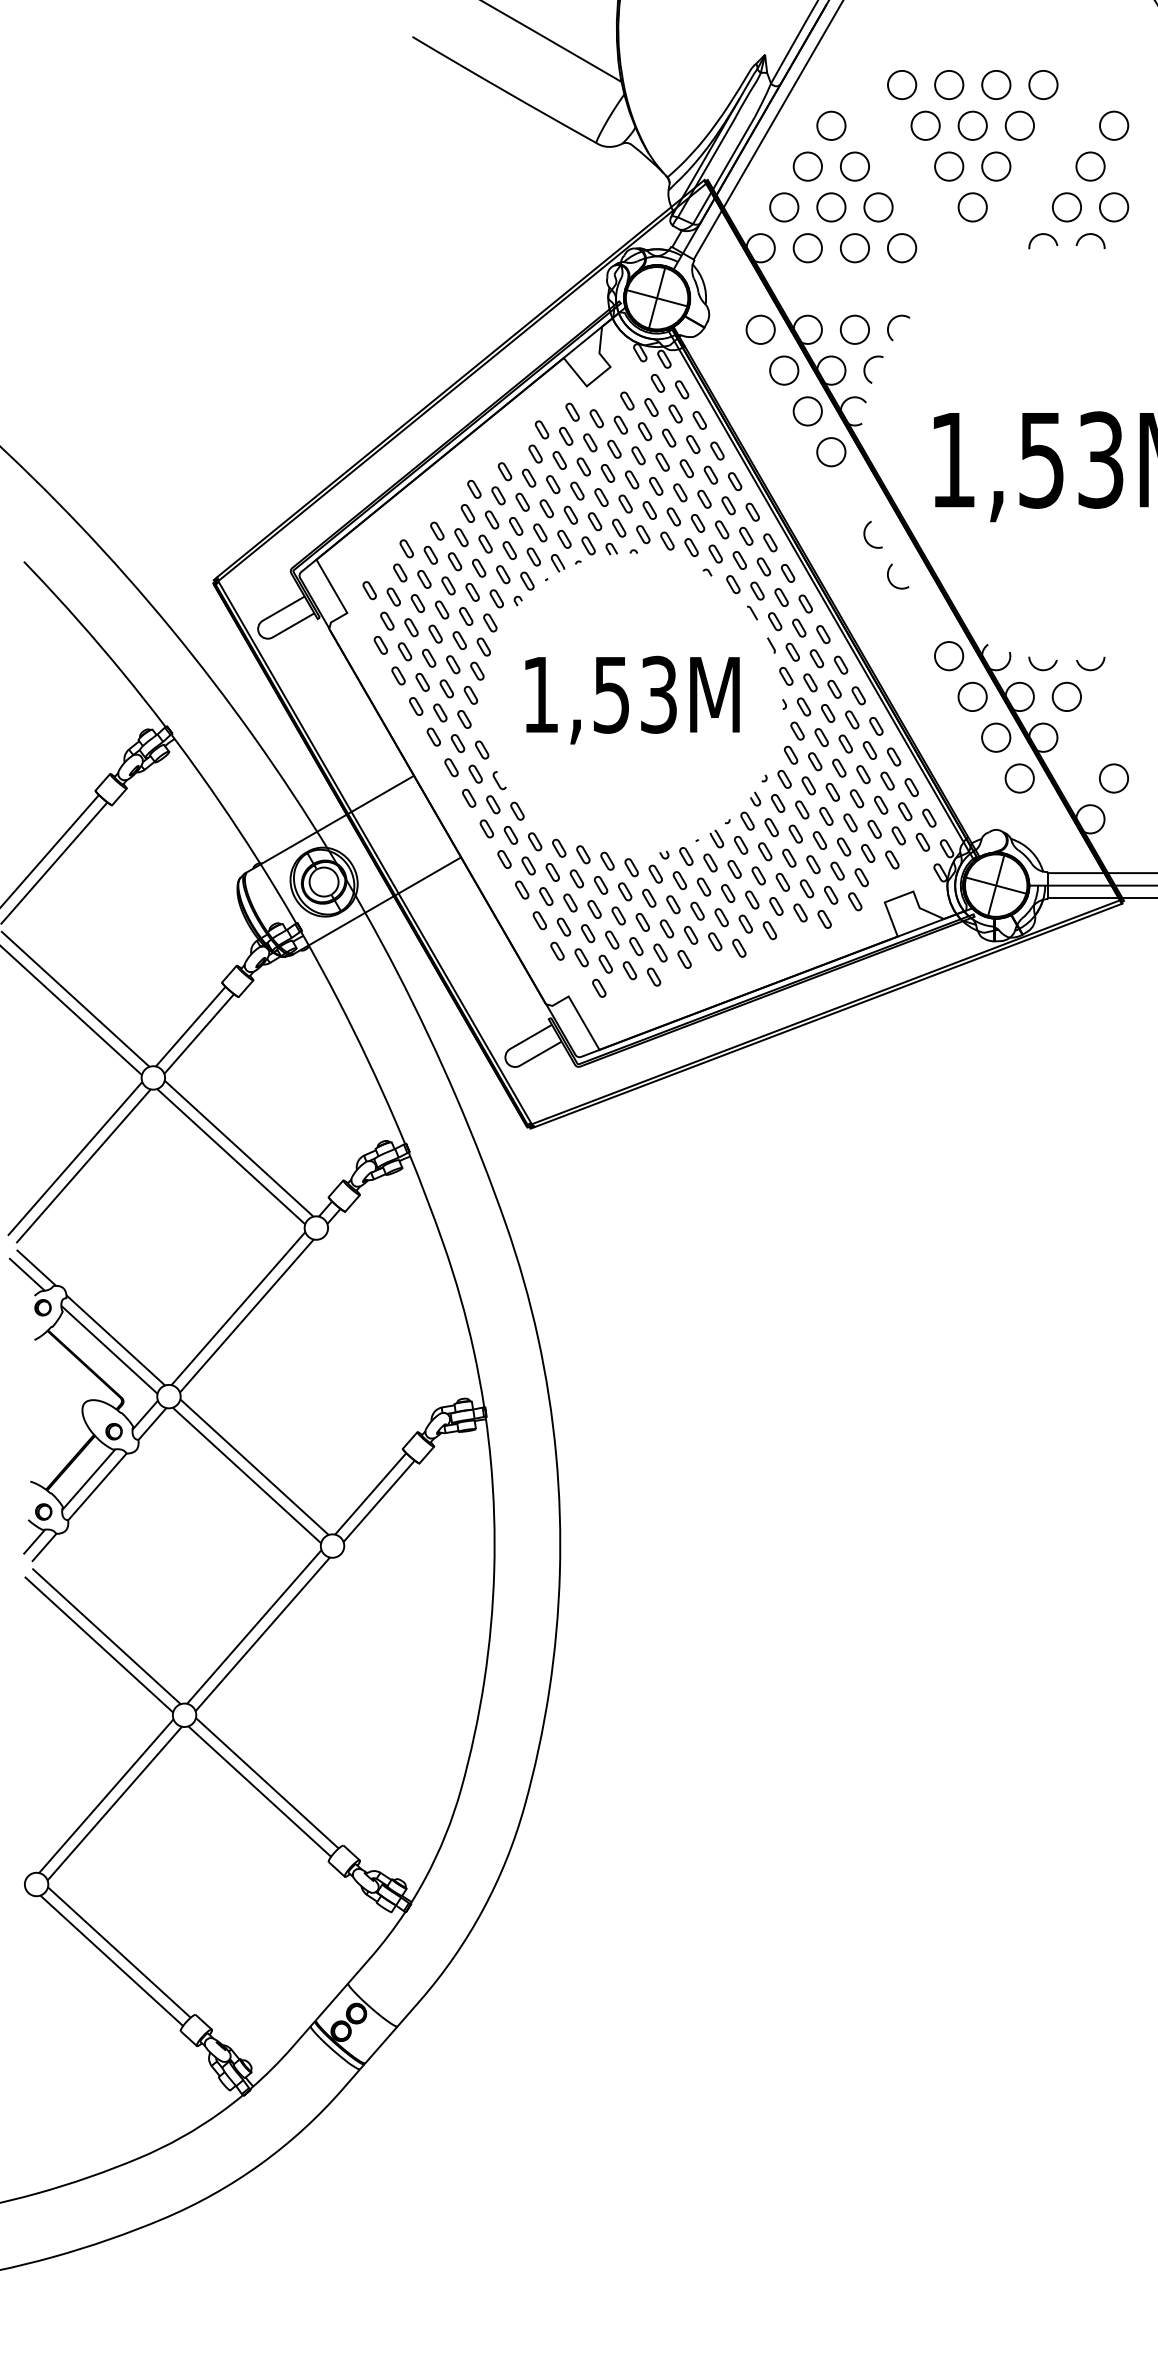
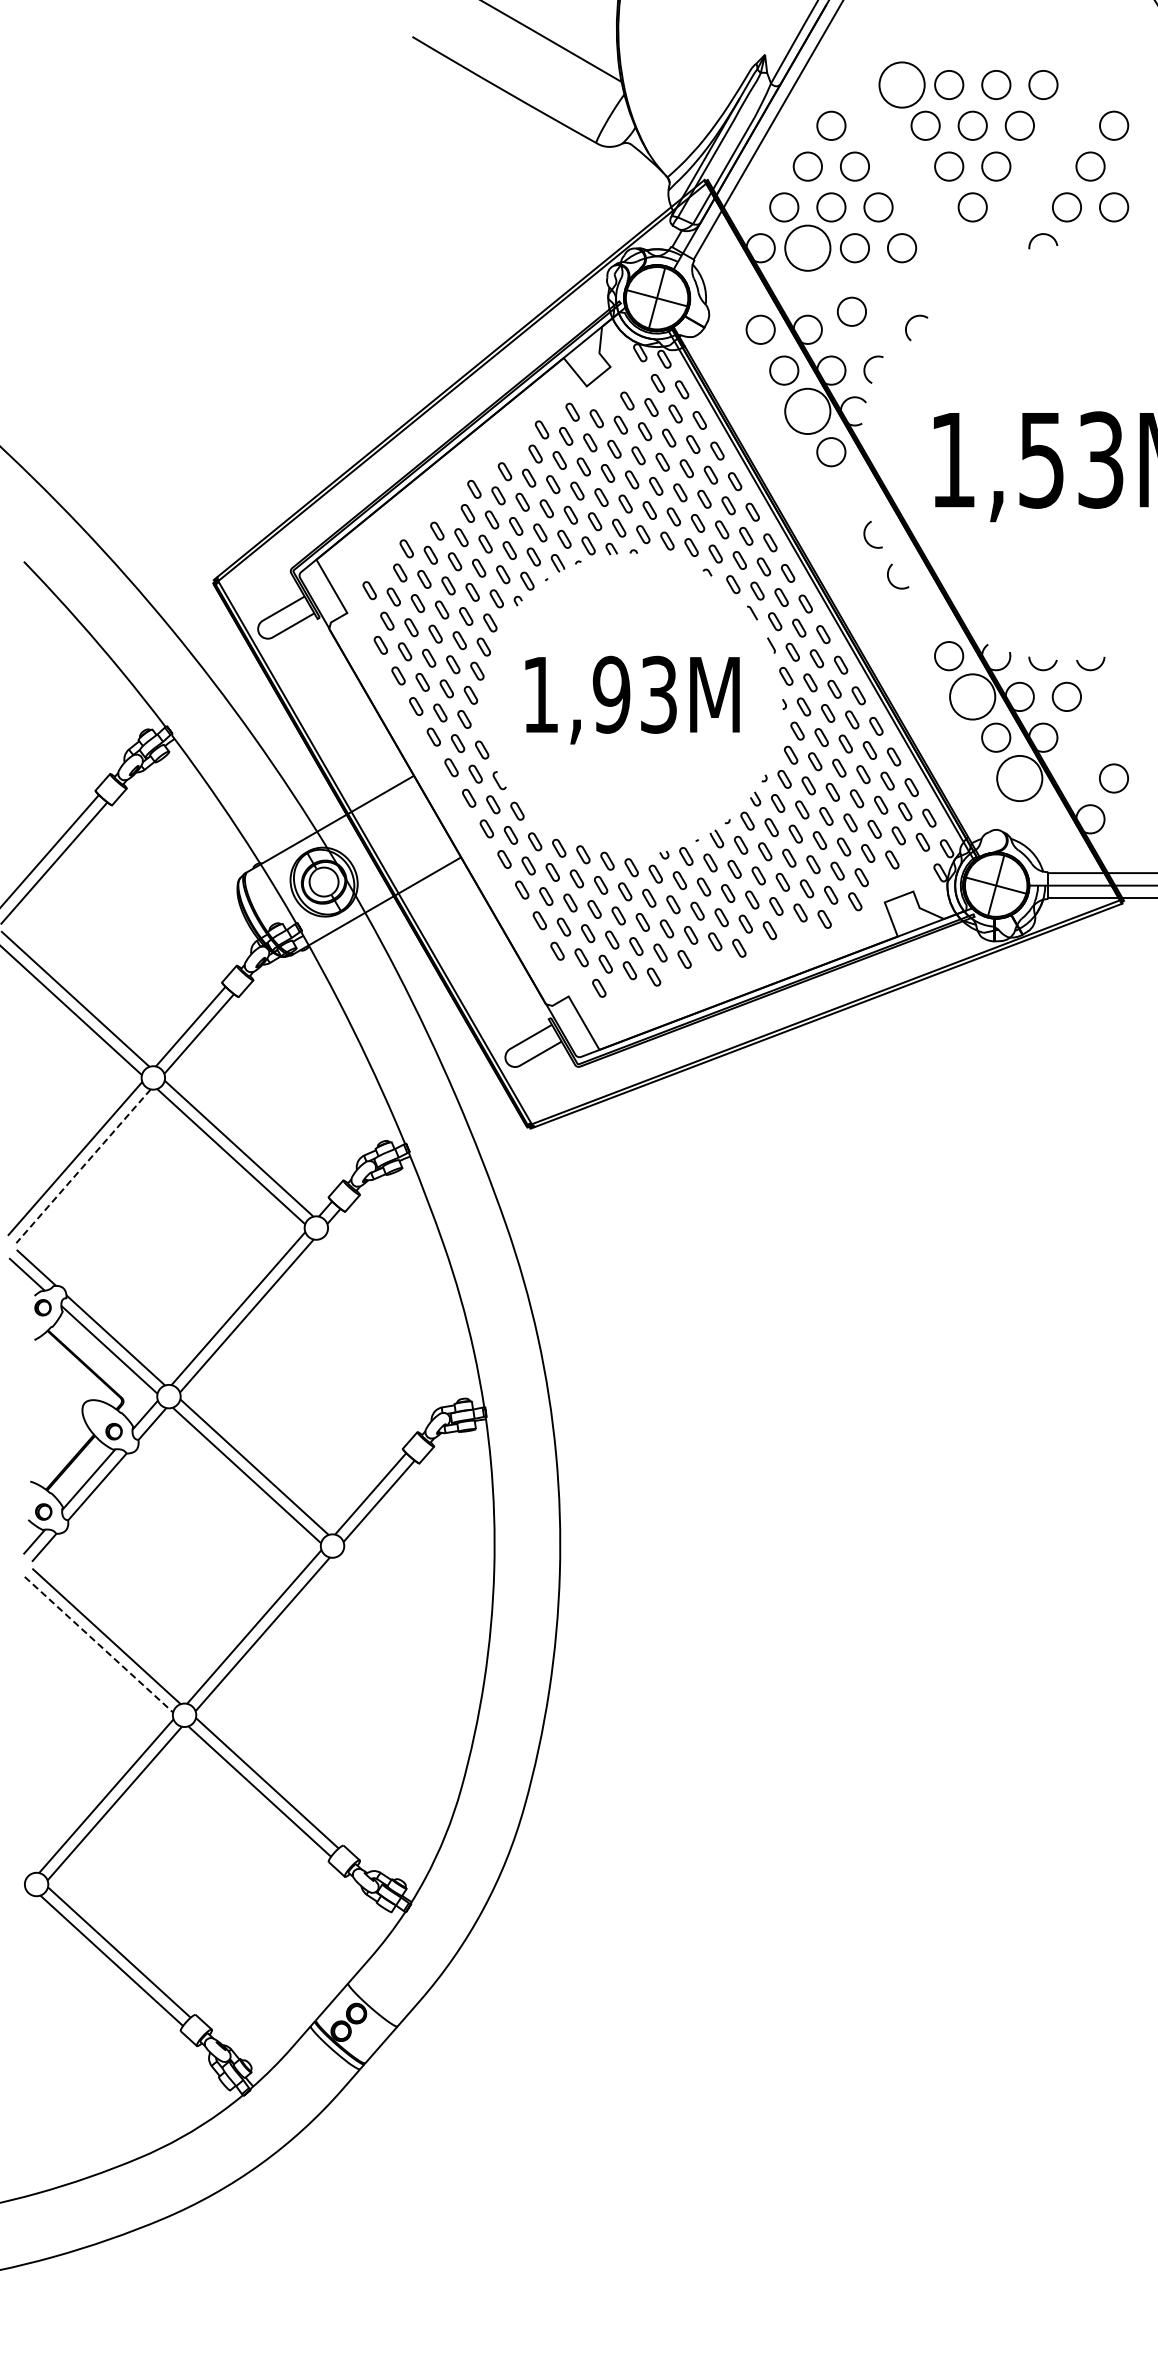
circle at (901, 84) diameter: 28 px -> 45 px
arc at (1088, 235): present -> none
circle at (807, 248) diameter: 28 px -> 45 px
arc at (891, 322) position: (891, 322) -> (909, 322)
circle at (854, 329) position: (854, 329) -> (851, 311)
circle at (807, 411) diameter: 28 px -> 45 px
text at (611, 694): 1,53M -> 1,93M
circle at (972, 696) diameter: 28 px -> 45 px
circle at (1019, 778) diameter: 28 px -> 45 px
line at (83, 1166): solid -> dashed
line at (98, 1644): solid -> dashed
